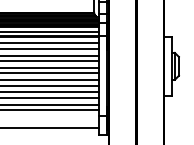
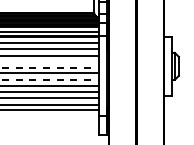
line at (50, 61): present -> none
line at (49, 67): solid -> dashed
line at (49, 80): solid -> dashed
line at (50, 127): present -> none
